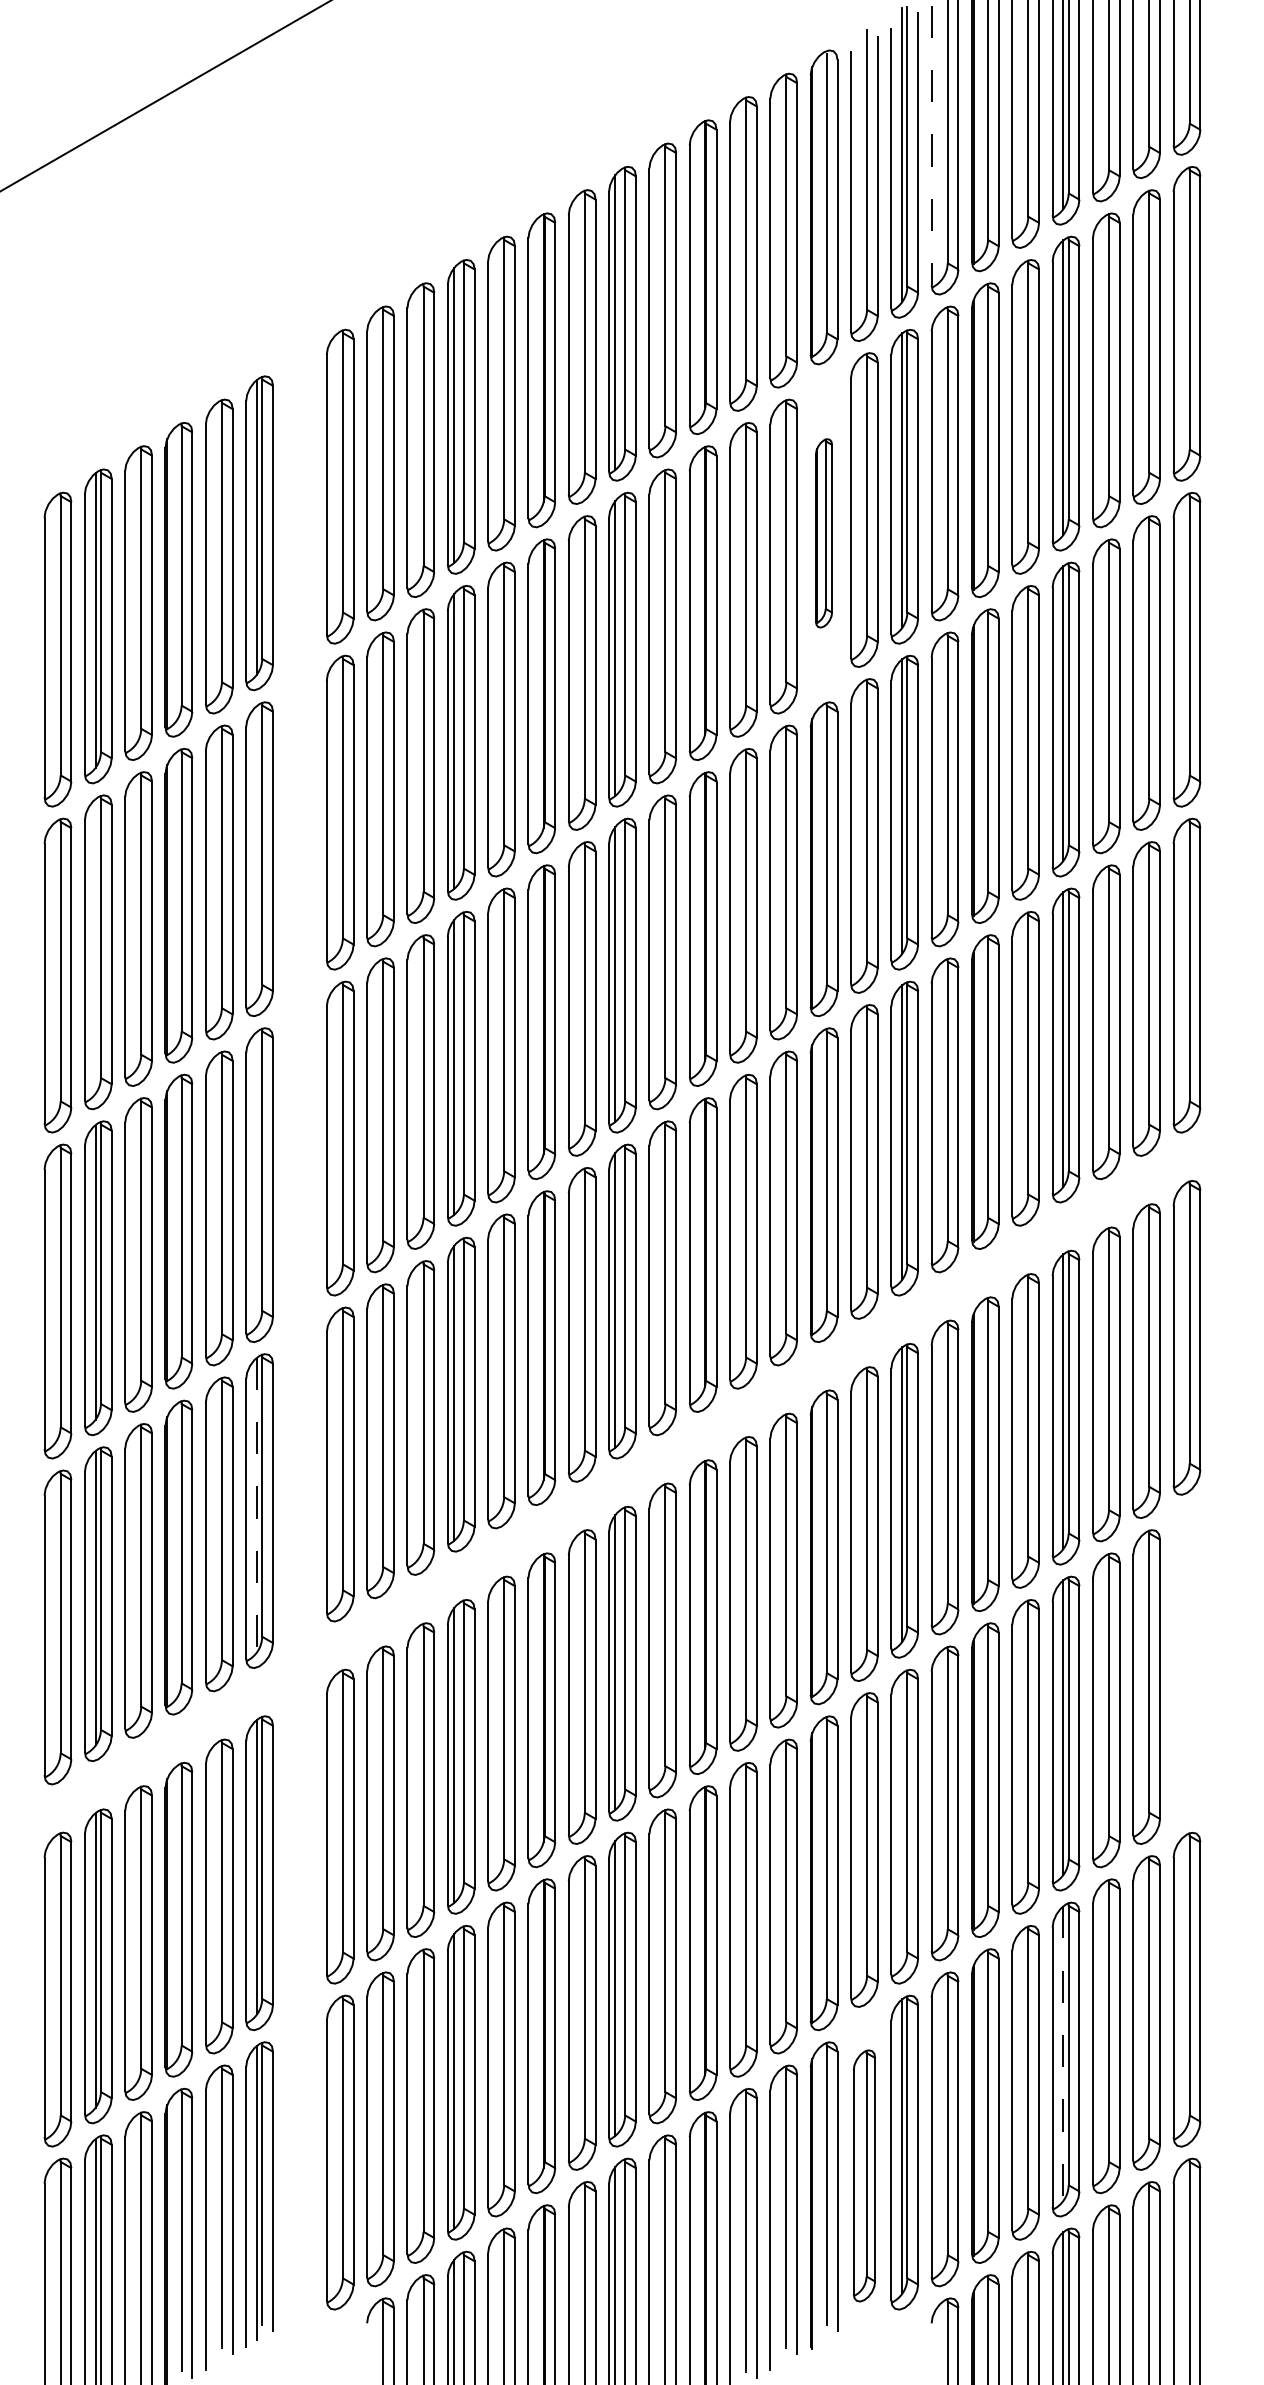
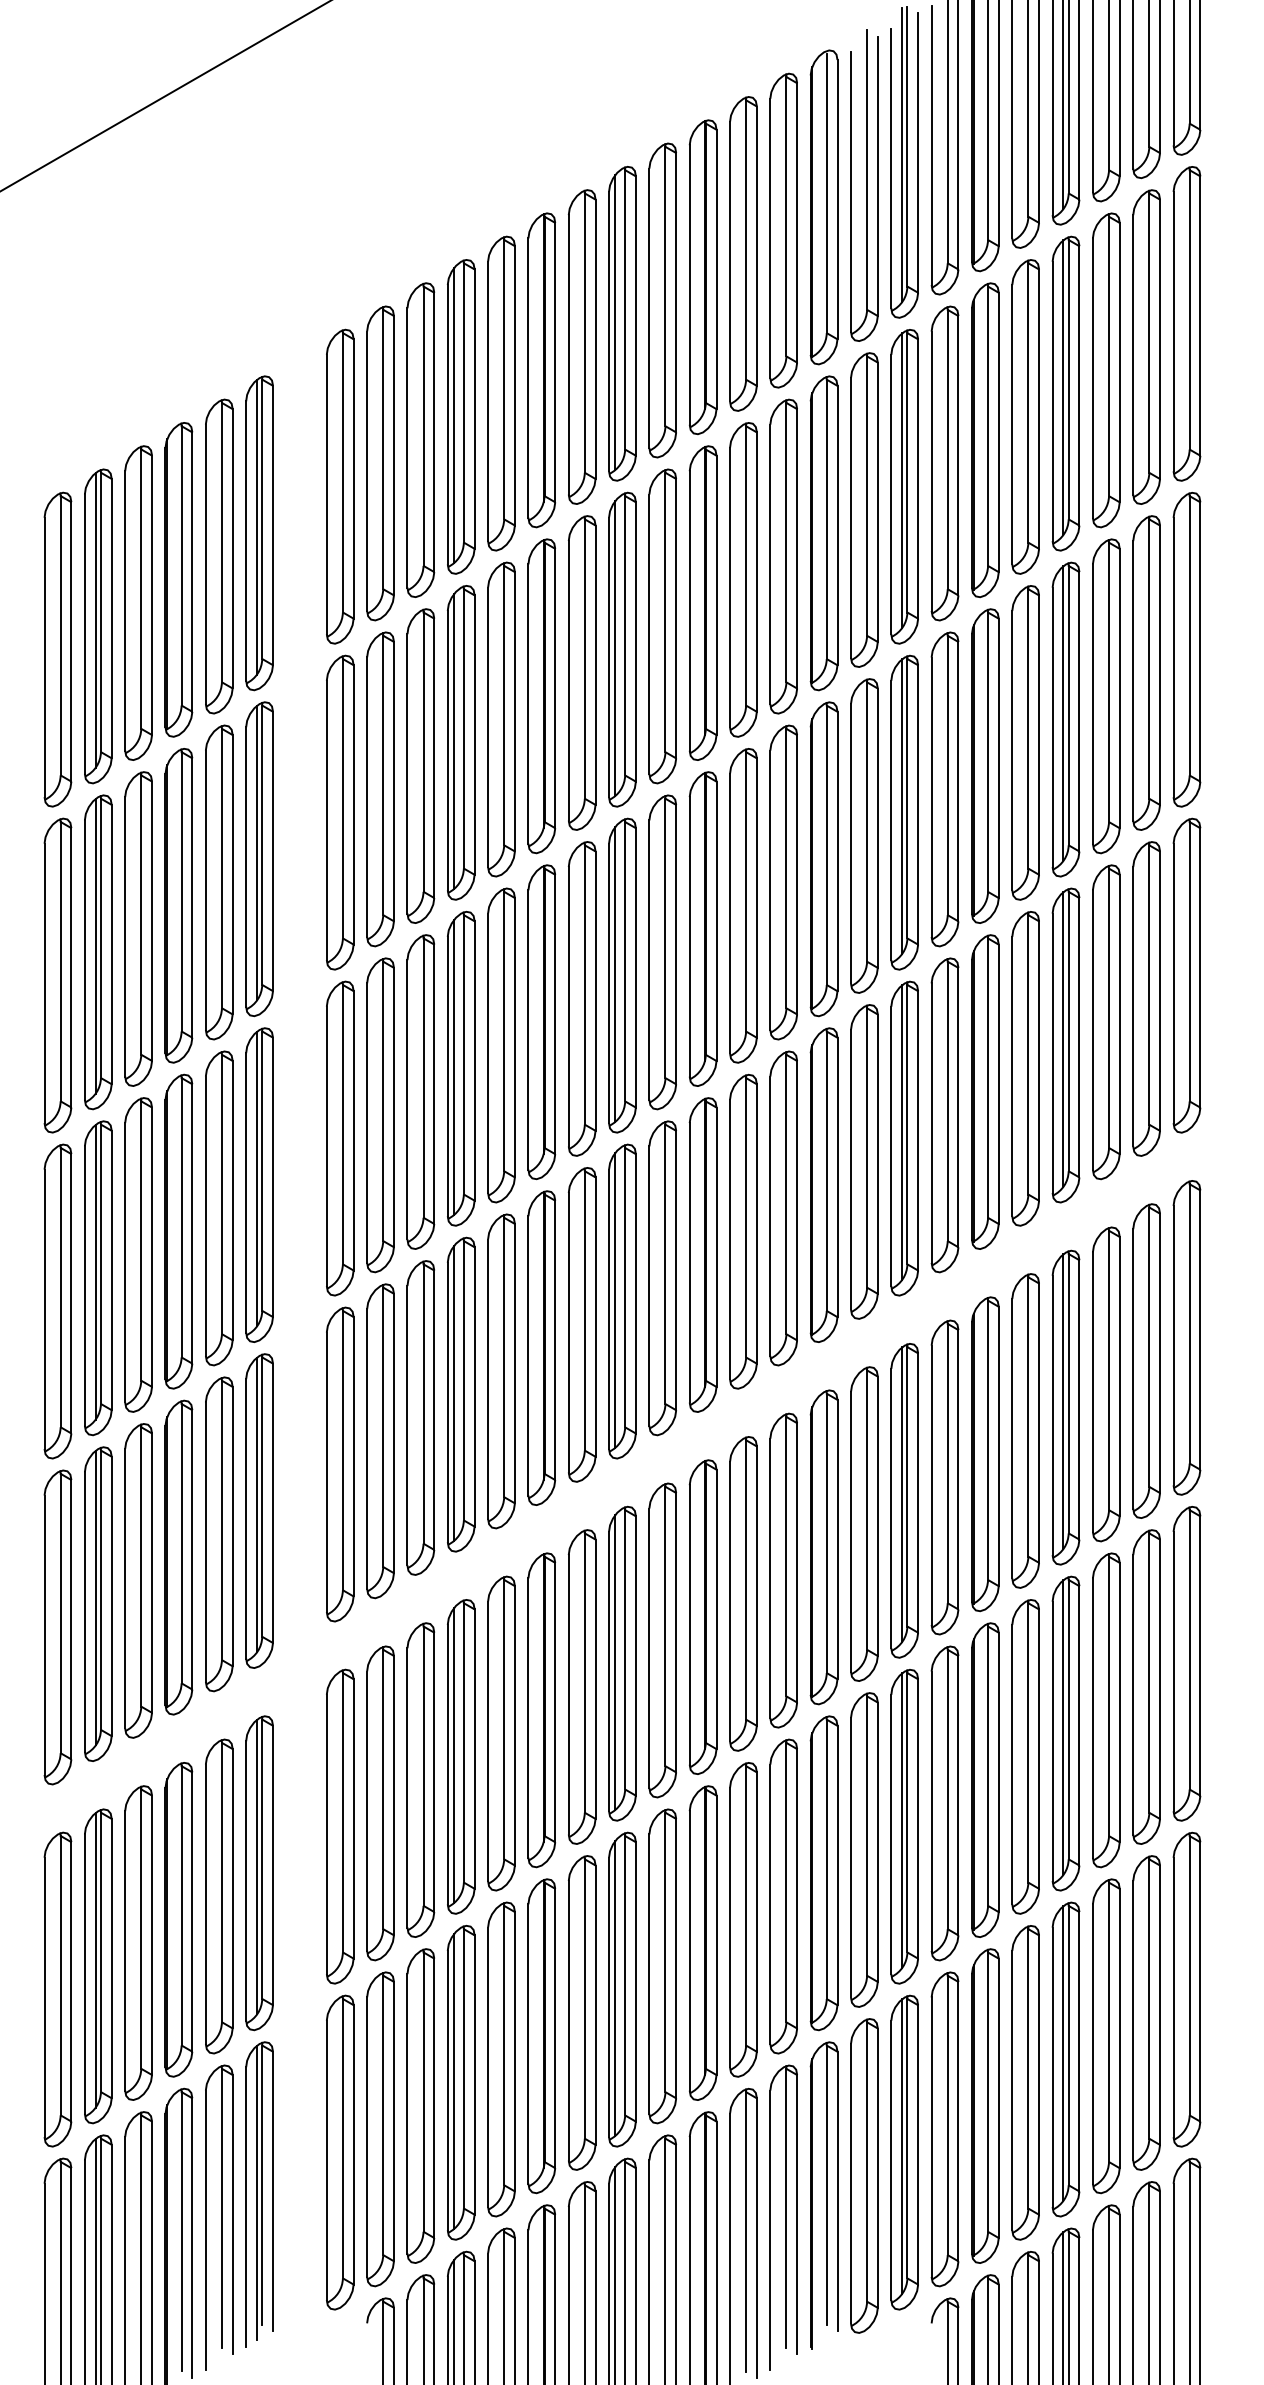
line at (931, 145): dashed -> solid
part at (823, 533) size: 18x191 px -> 30x317 px
line at (256, 852): none -> present
line at (95, 945): none -> present
line at (256, 1178): none -> present
line at (256, 1505): dashed -> solid
part at (1186, 1663): none -> present
line at (902, 1820): none -> present
line at (1063, 2054): dashed -> solid
part at (863, 2175) size: 24x254 px -> 29x316 px
